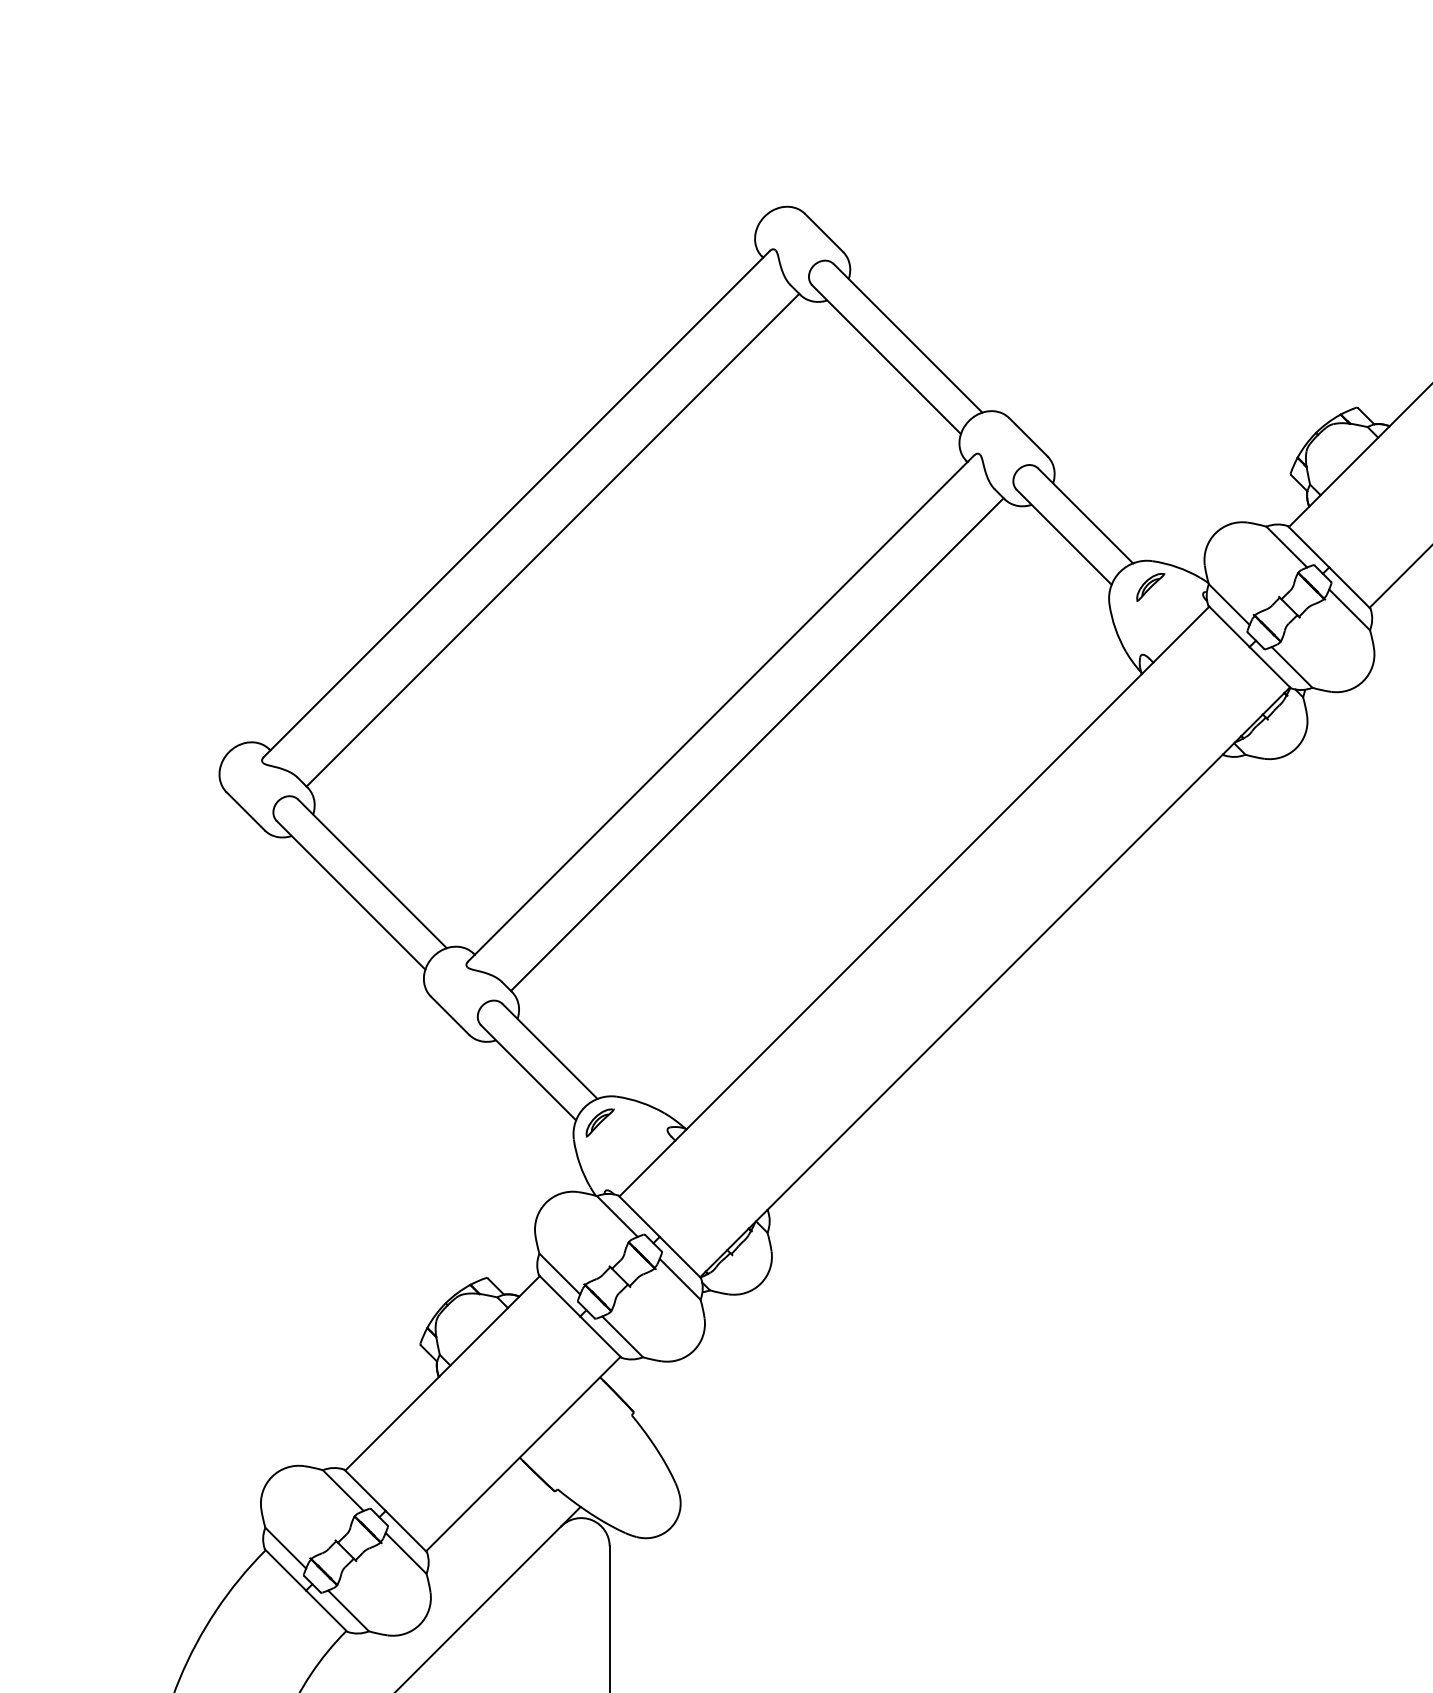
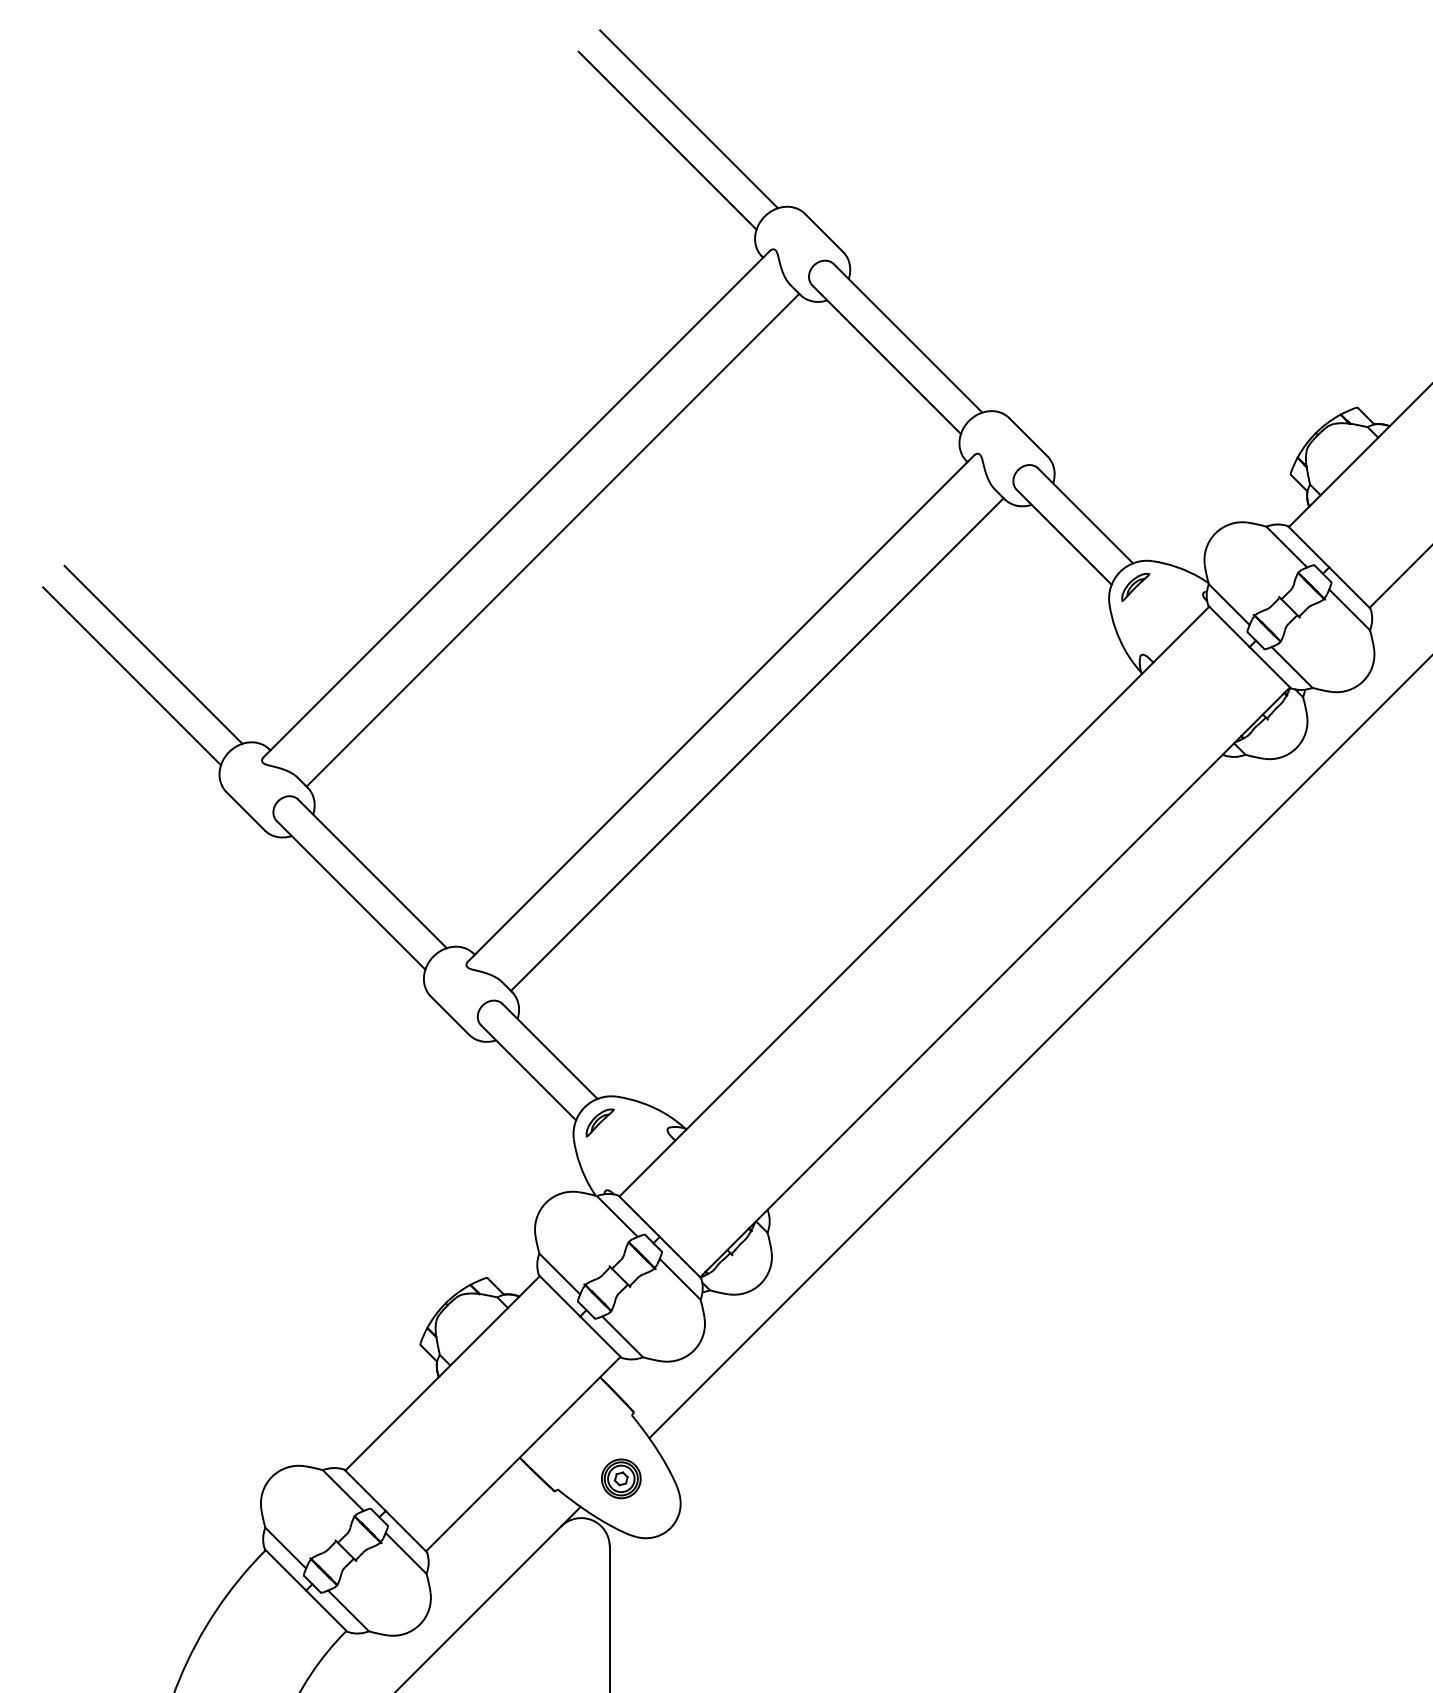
line at (689, 119): none -> present
line at (667, 140): none -> present
part at (1150, 587) position: (1150, 587) -> (1135, 587)
line at (153, 654): none -> present
line at (132, 676): none -> present
line at (1039, 1047): none -> present
part at (621, 1478): none -> present
